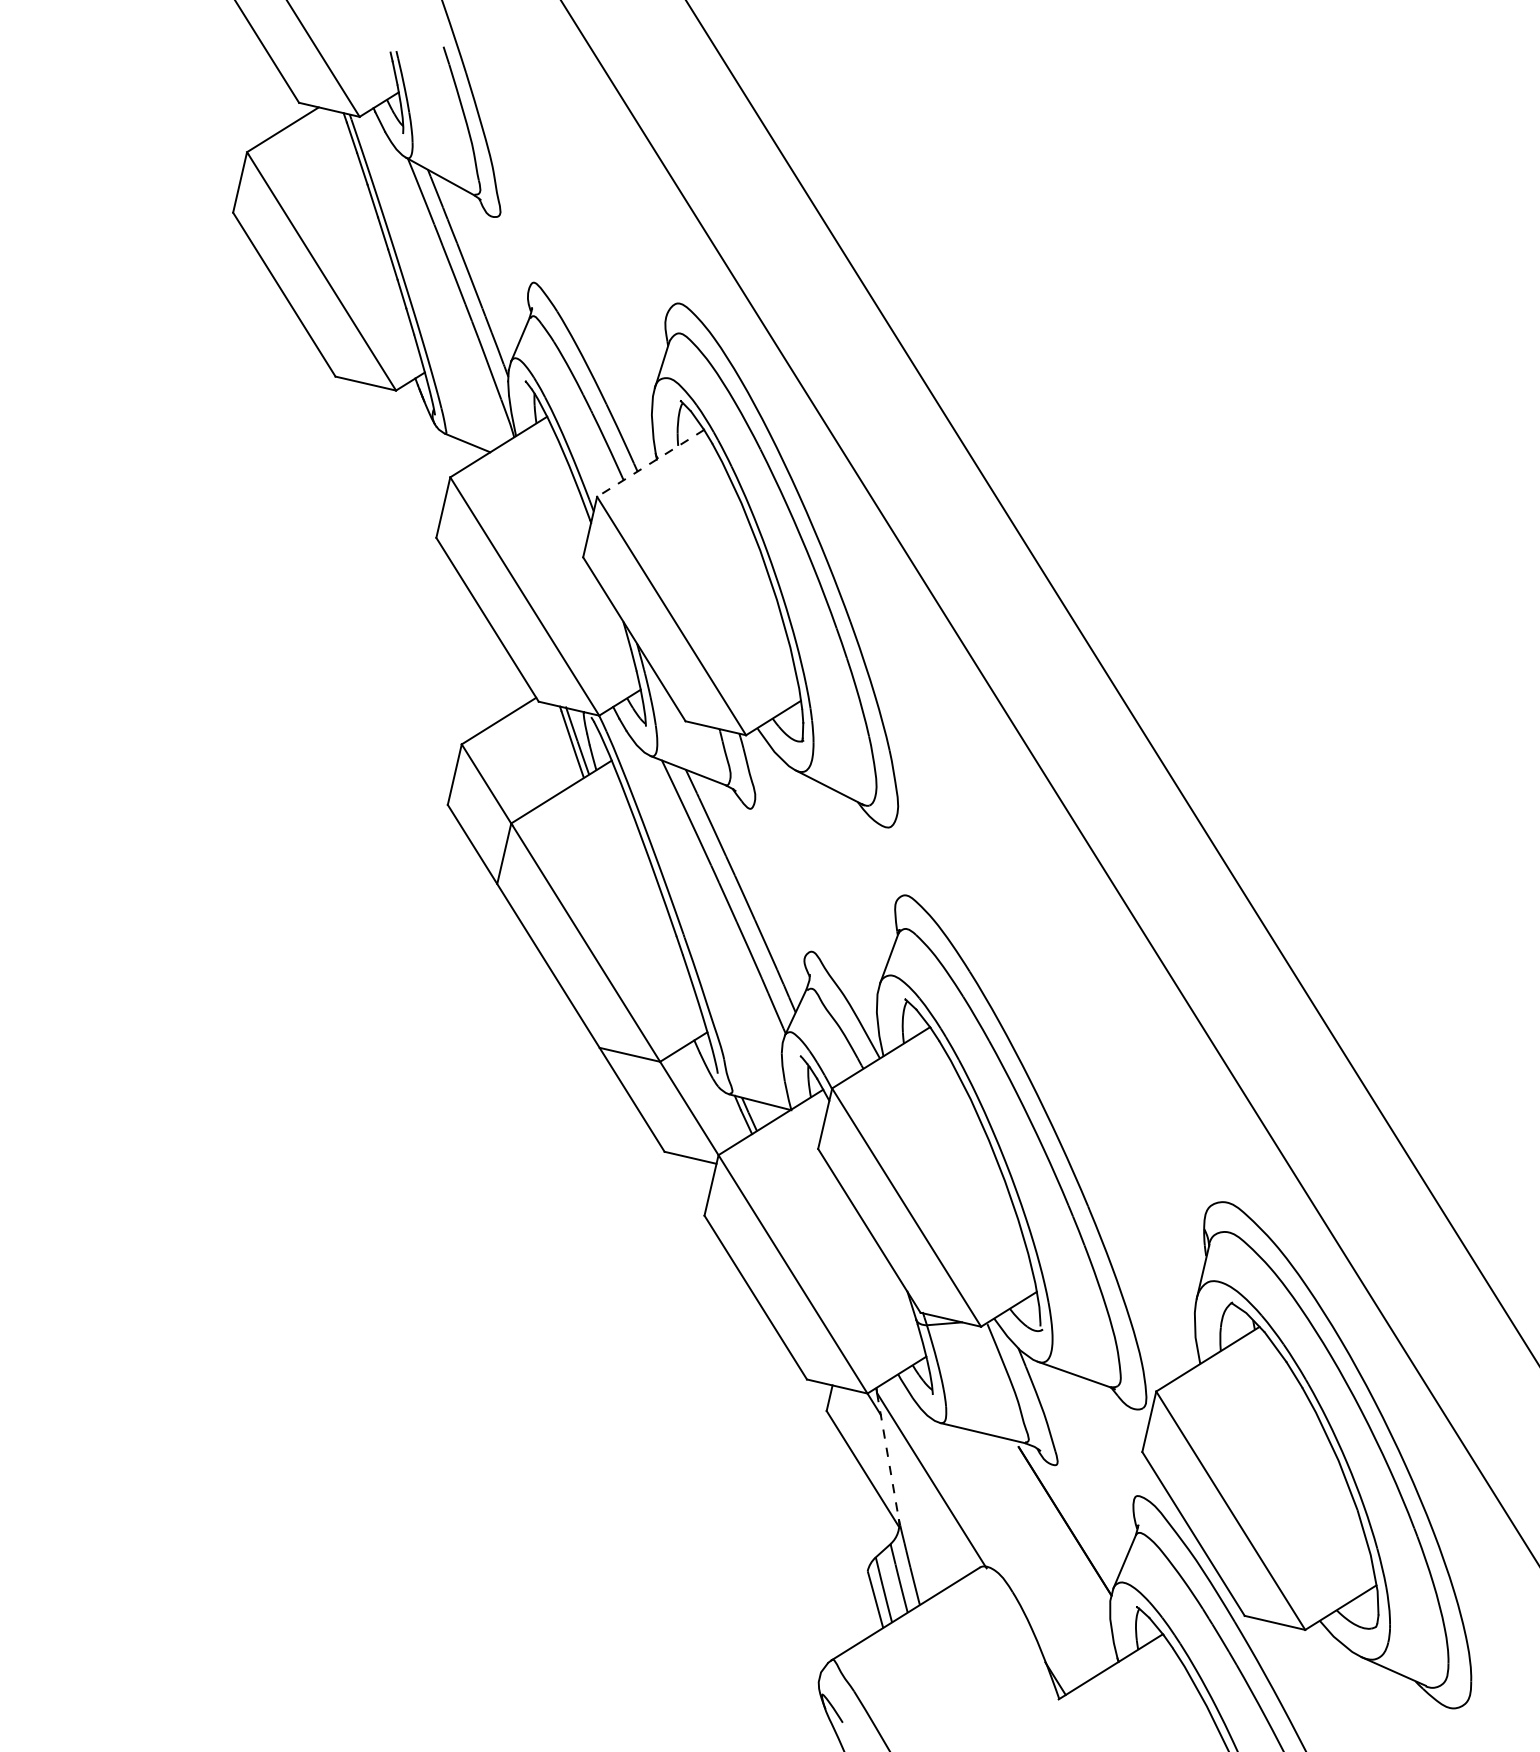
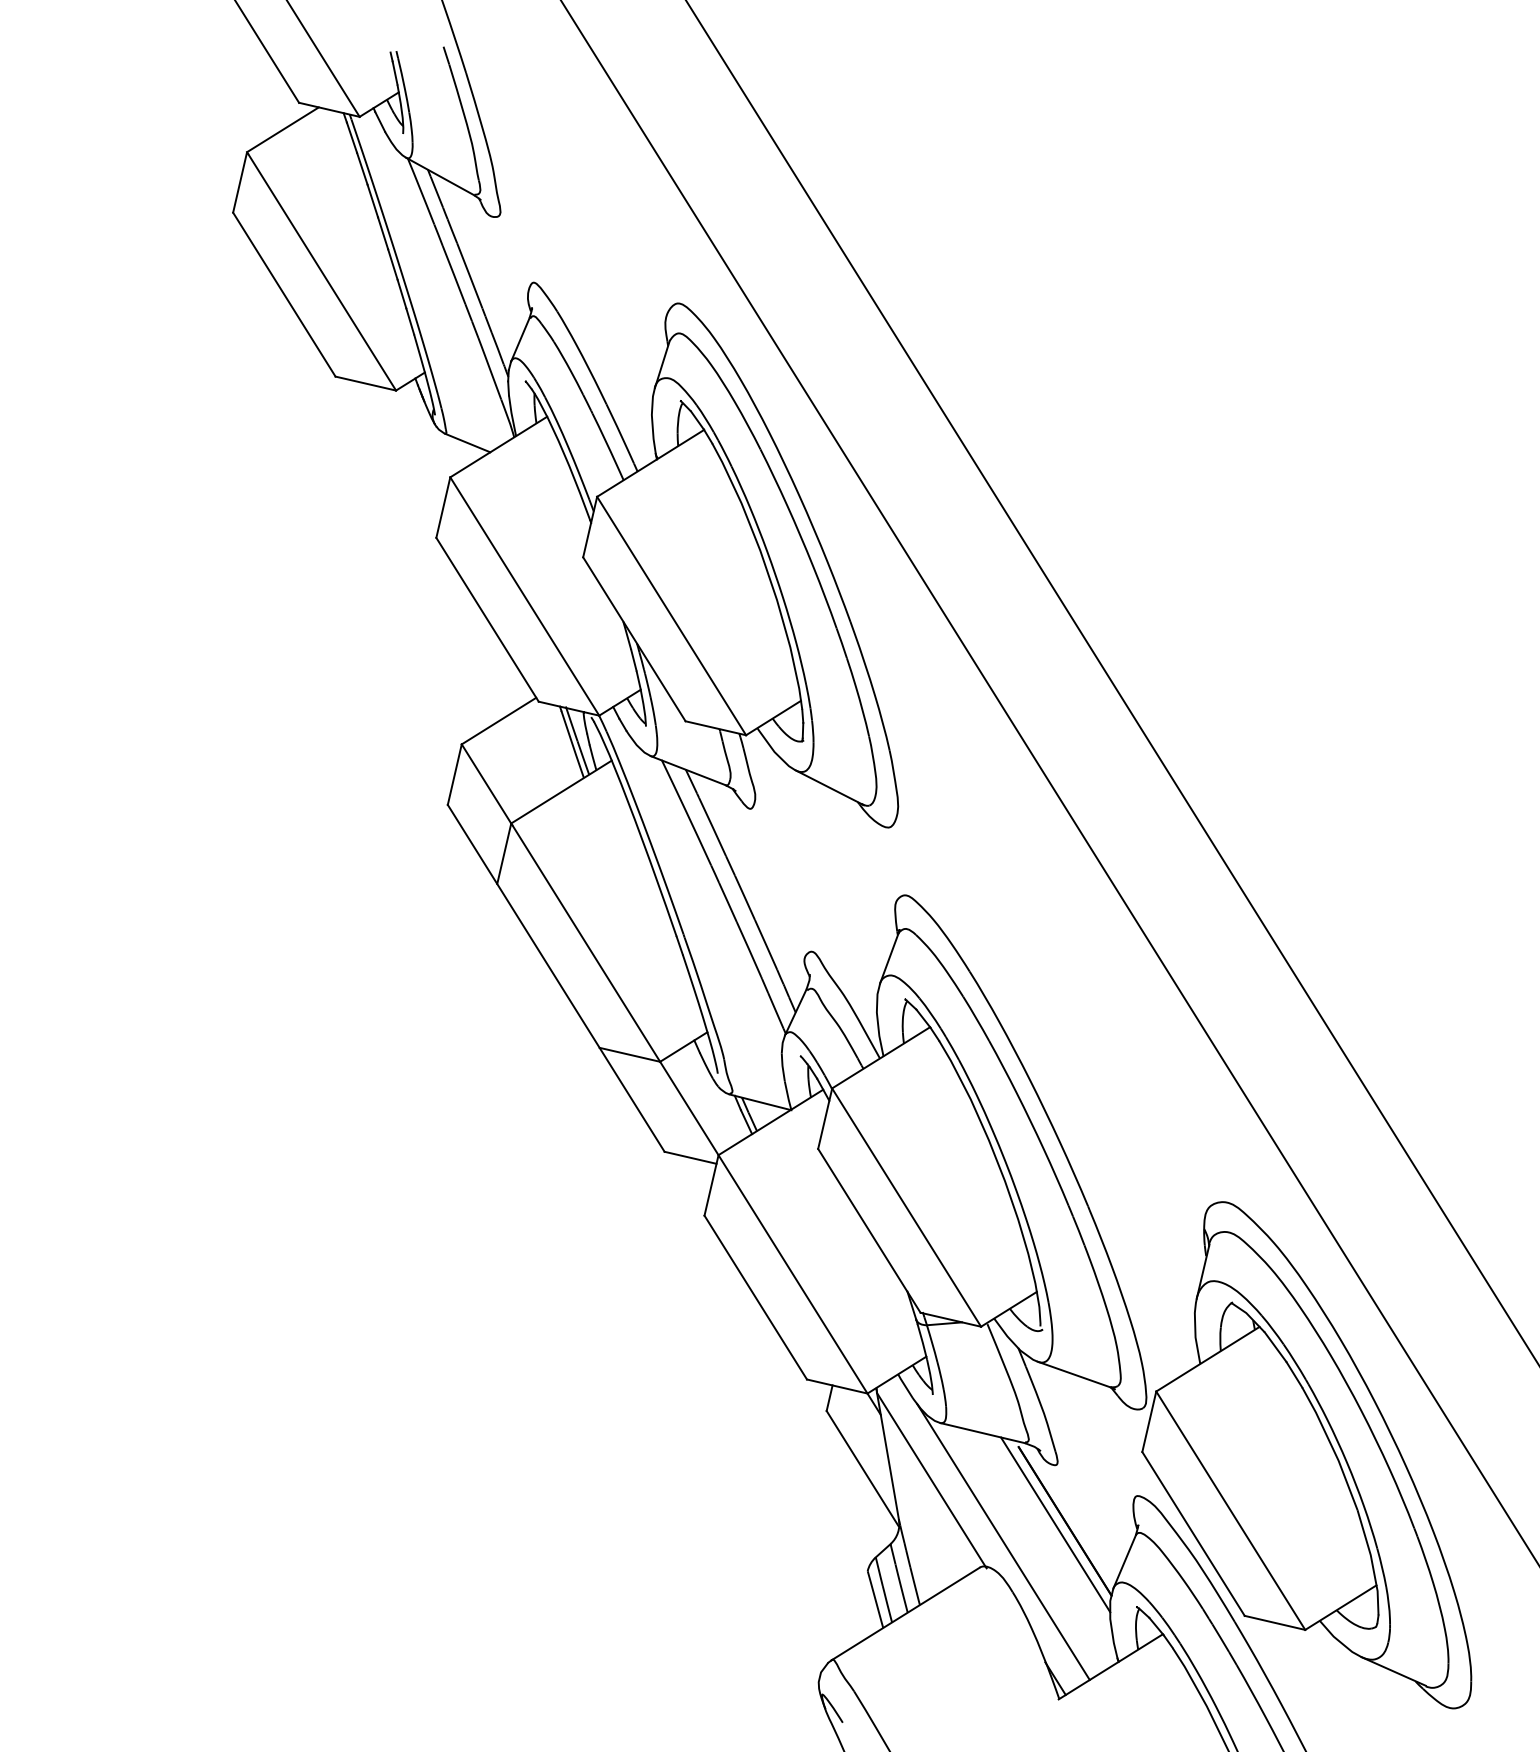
line at (650, 463): dashed -> solid
line at (888, 1456): dashed -> solid
line at (1055, 1524): none -> present
line at (1003, 1542): none -> present
